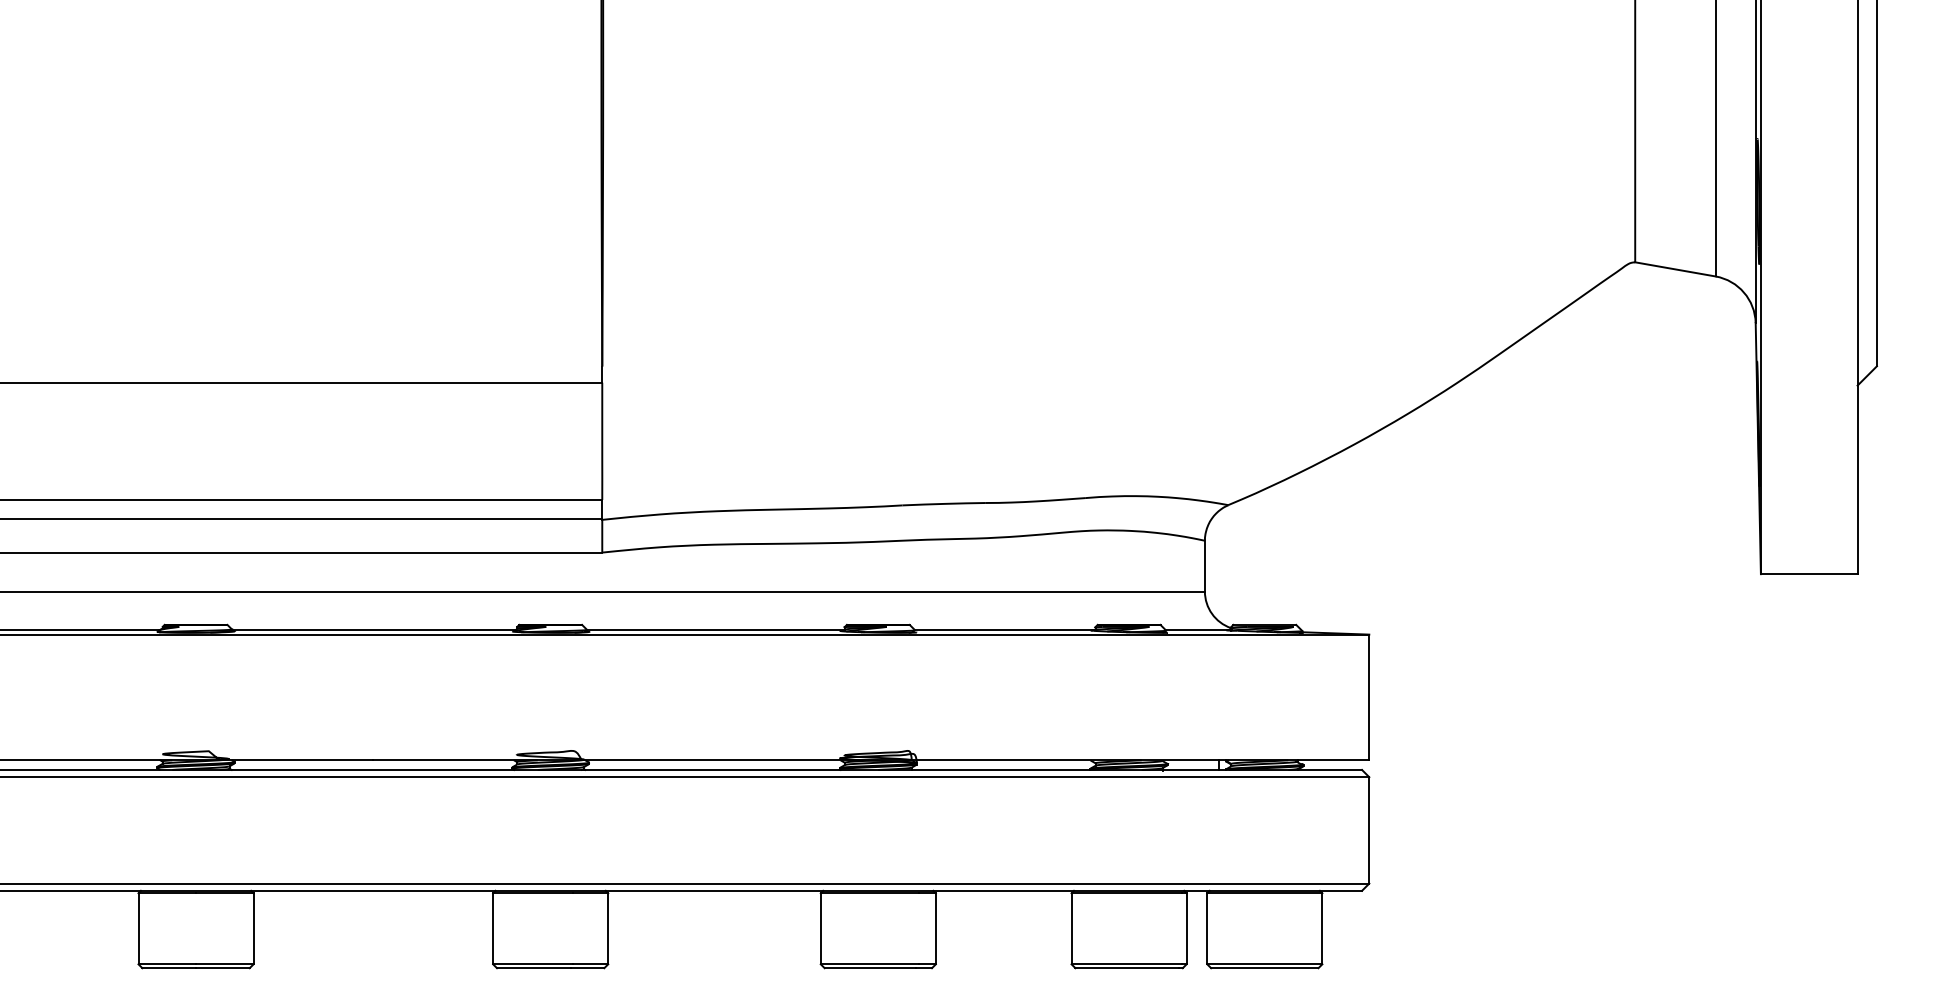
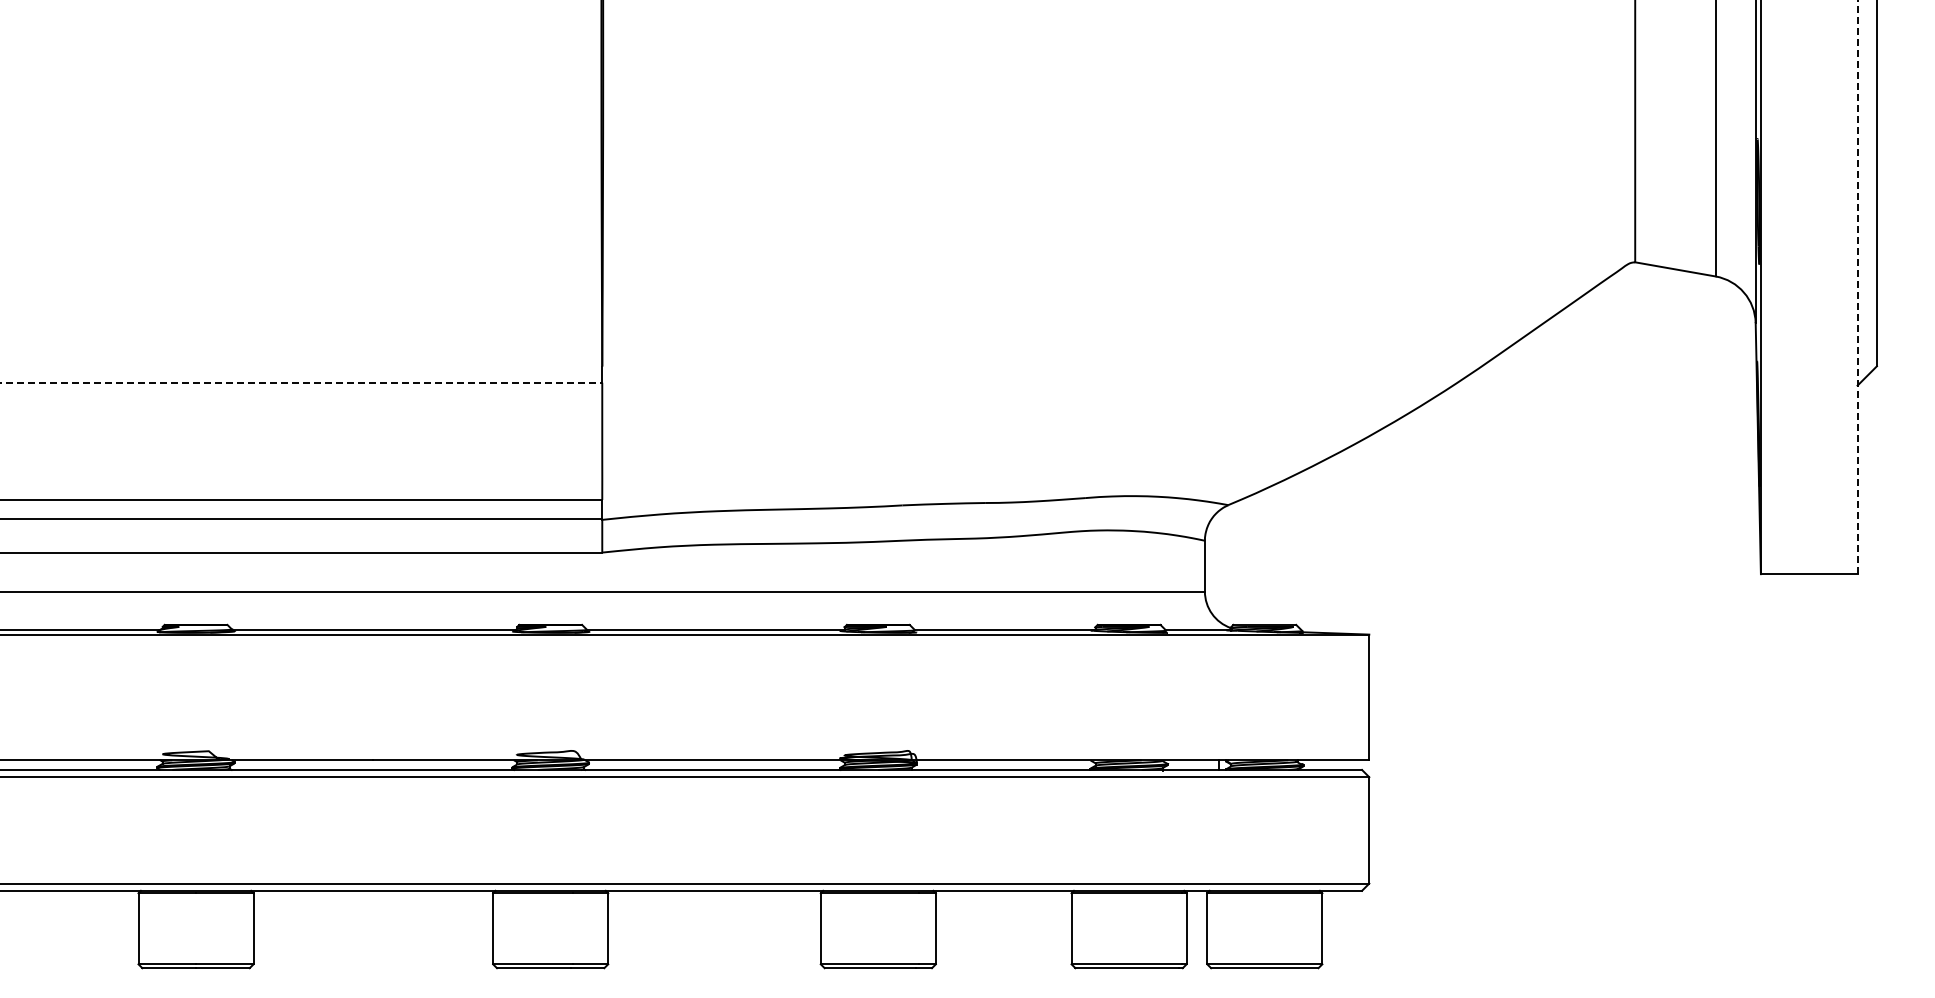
line at (1857, 287): solid -> dashed
line at (301, 382): solid -> dashed
